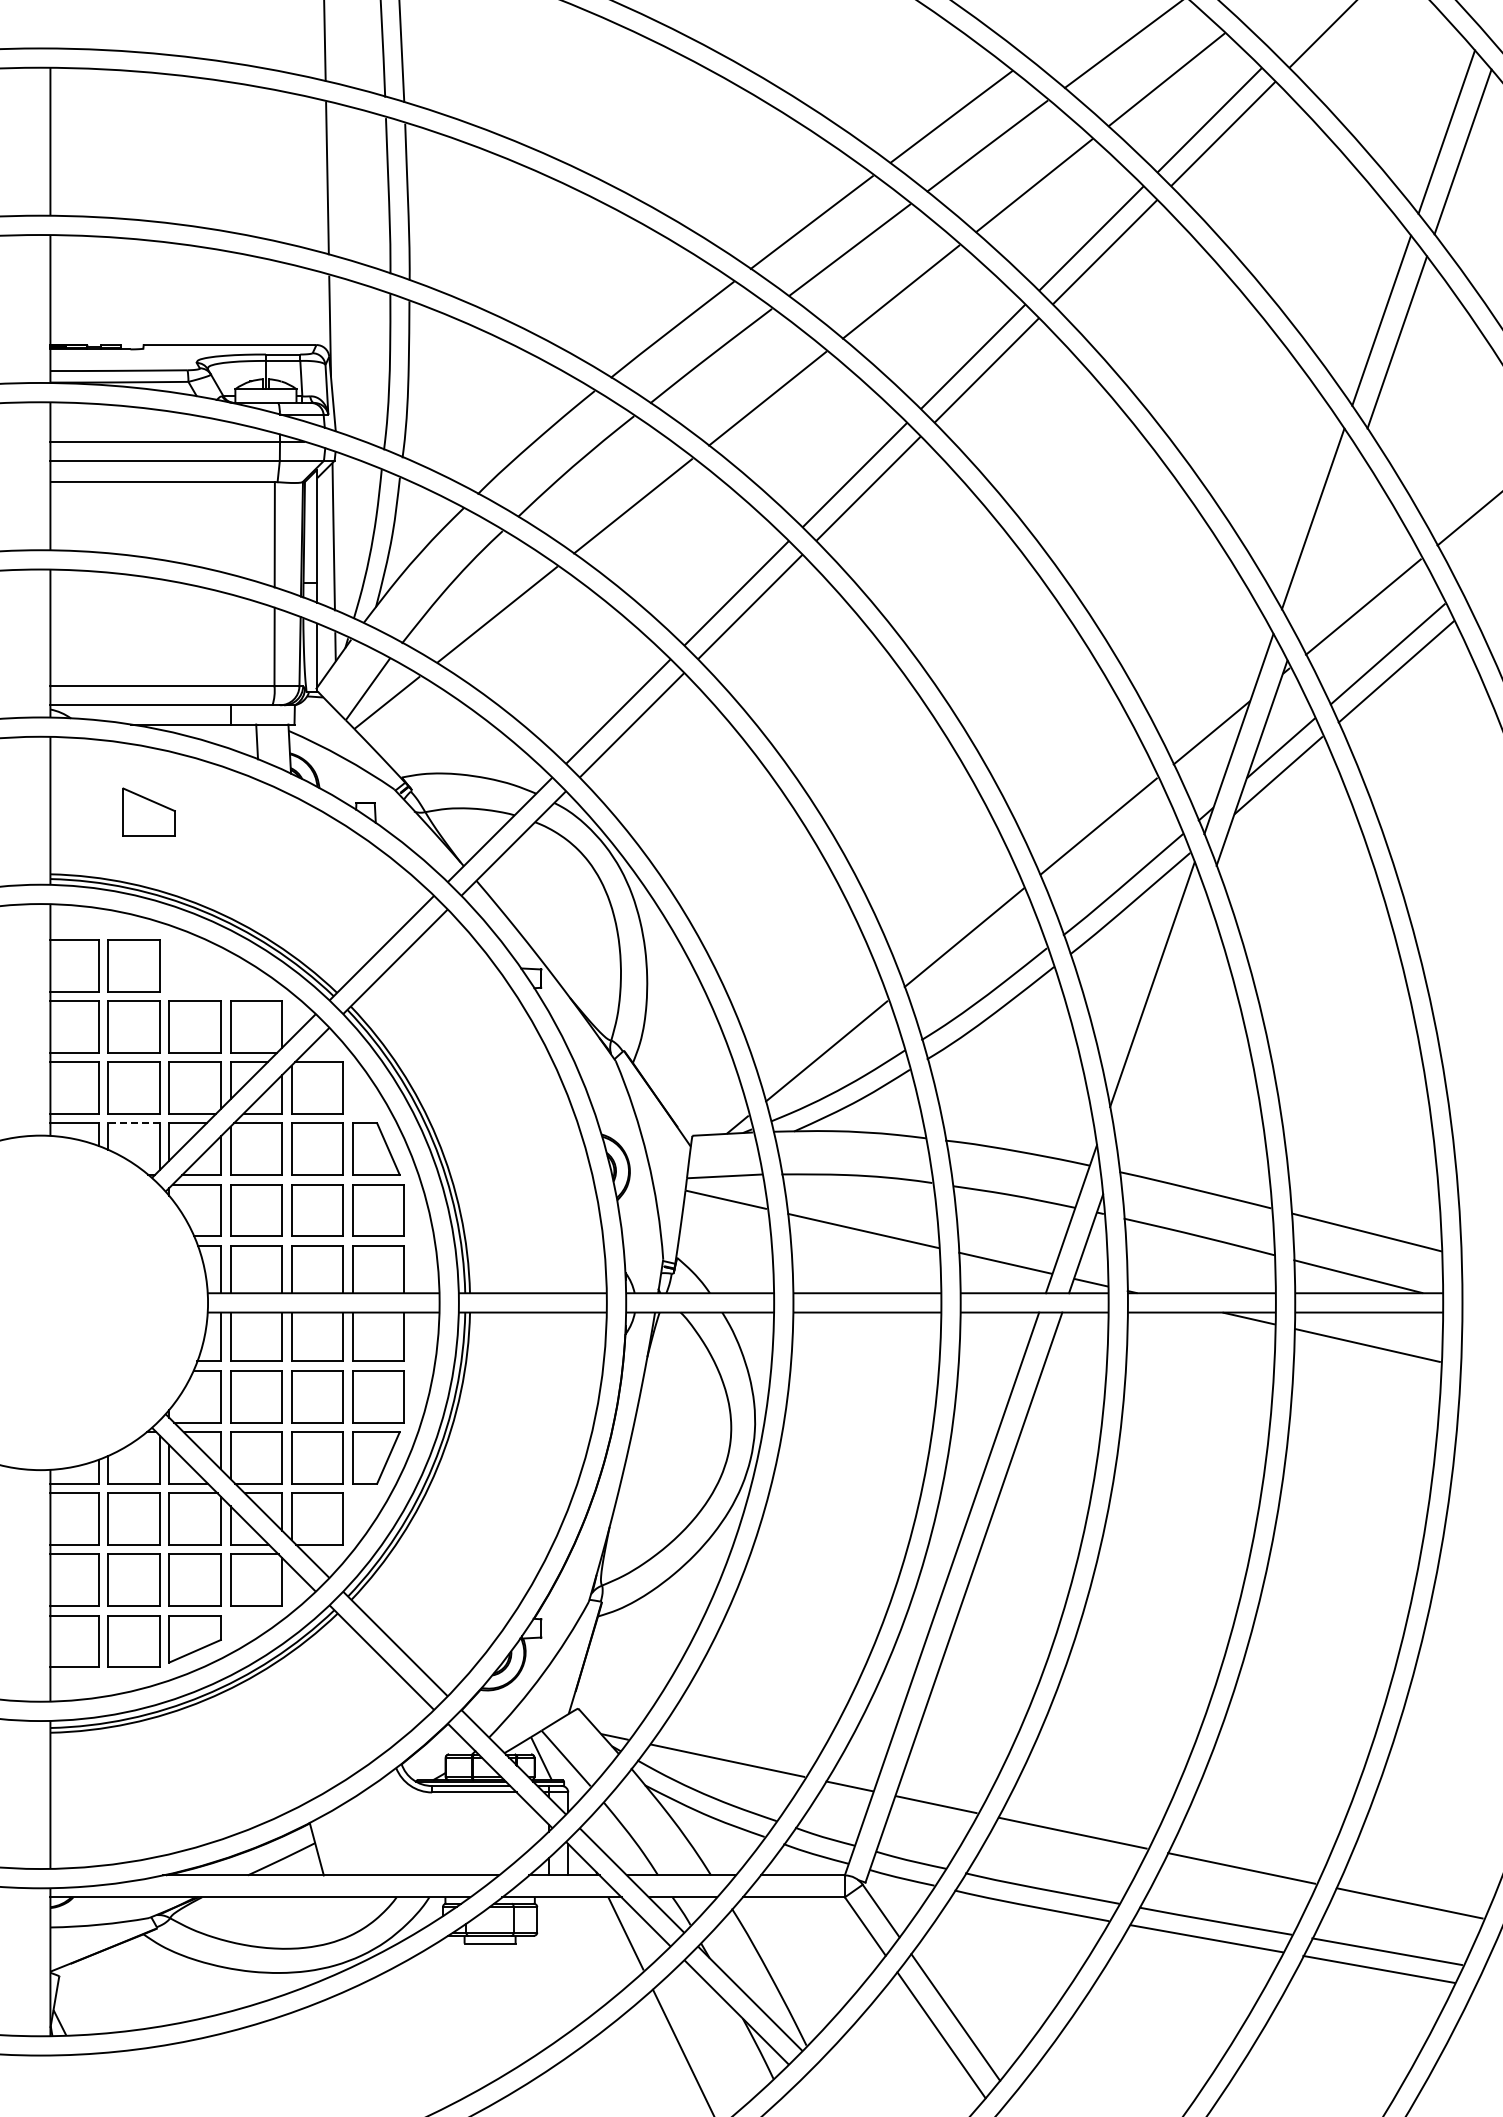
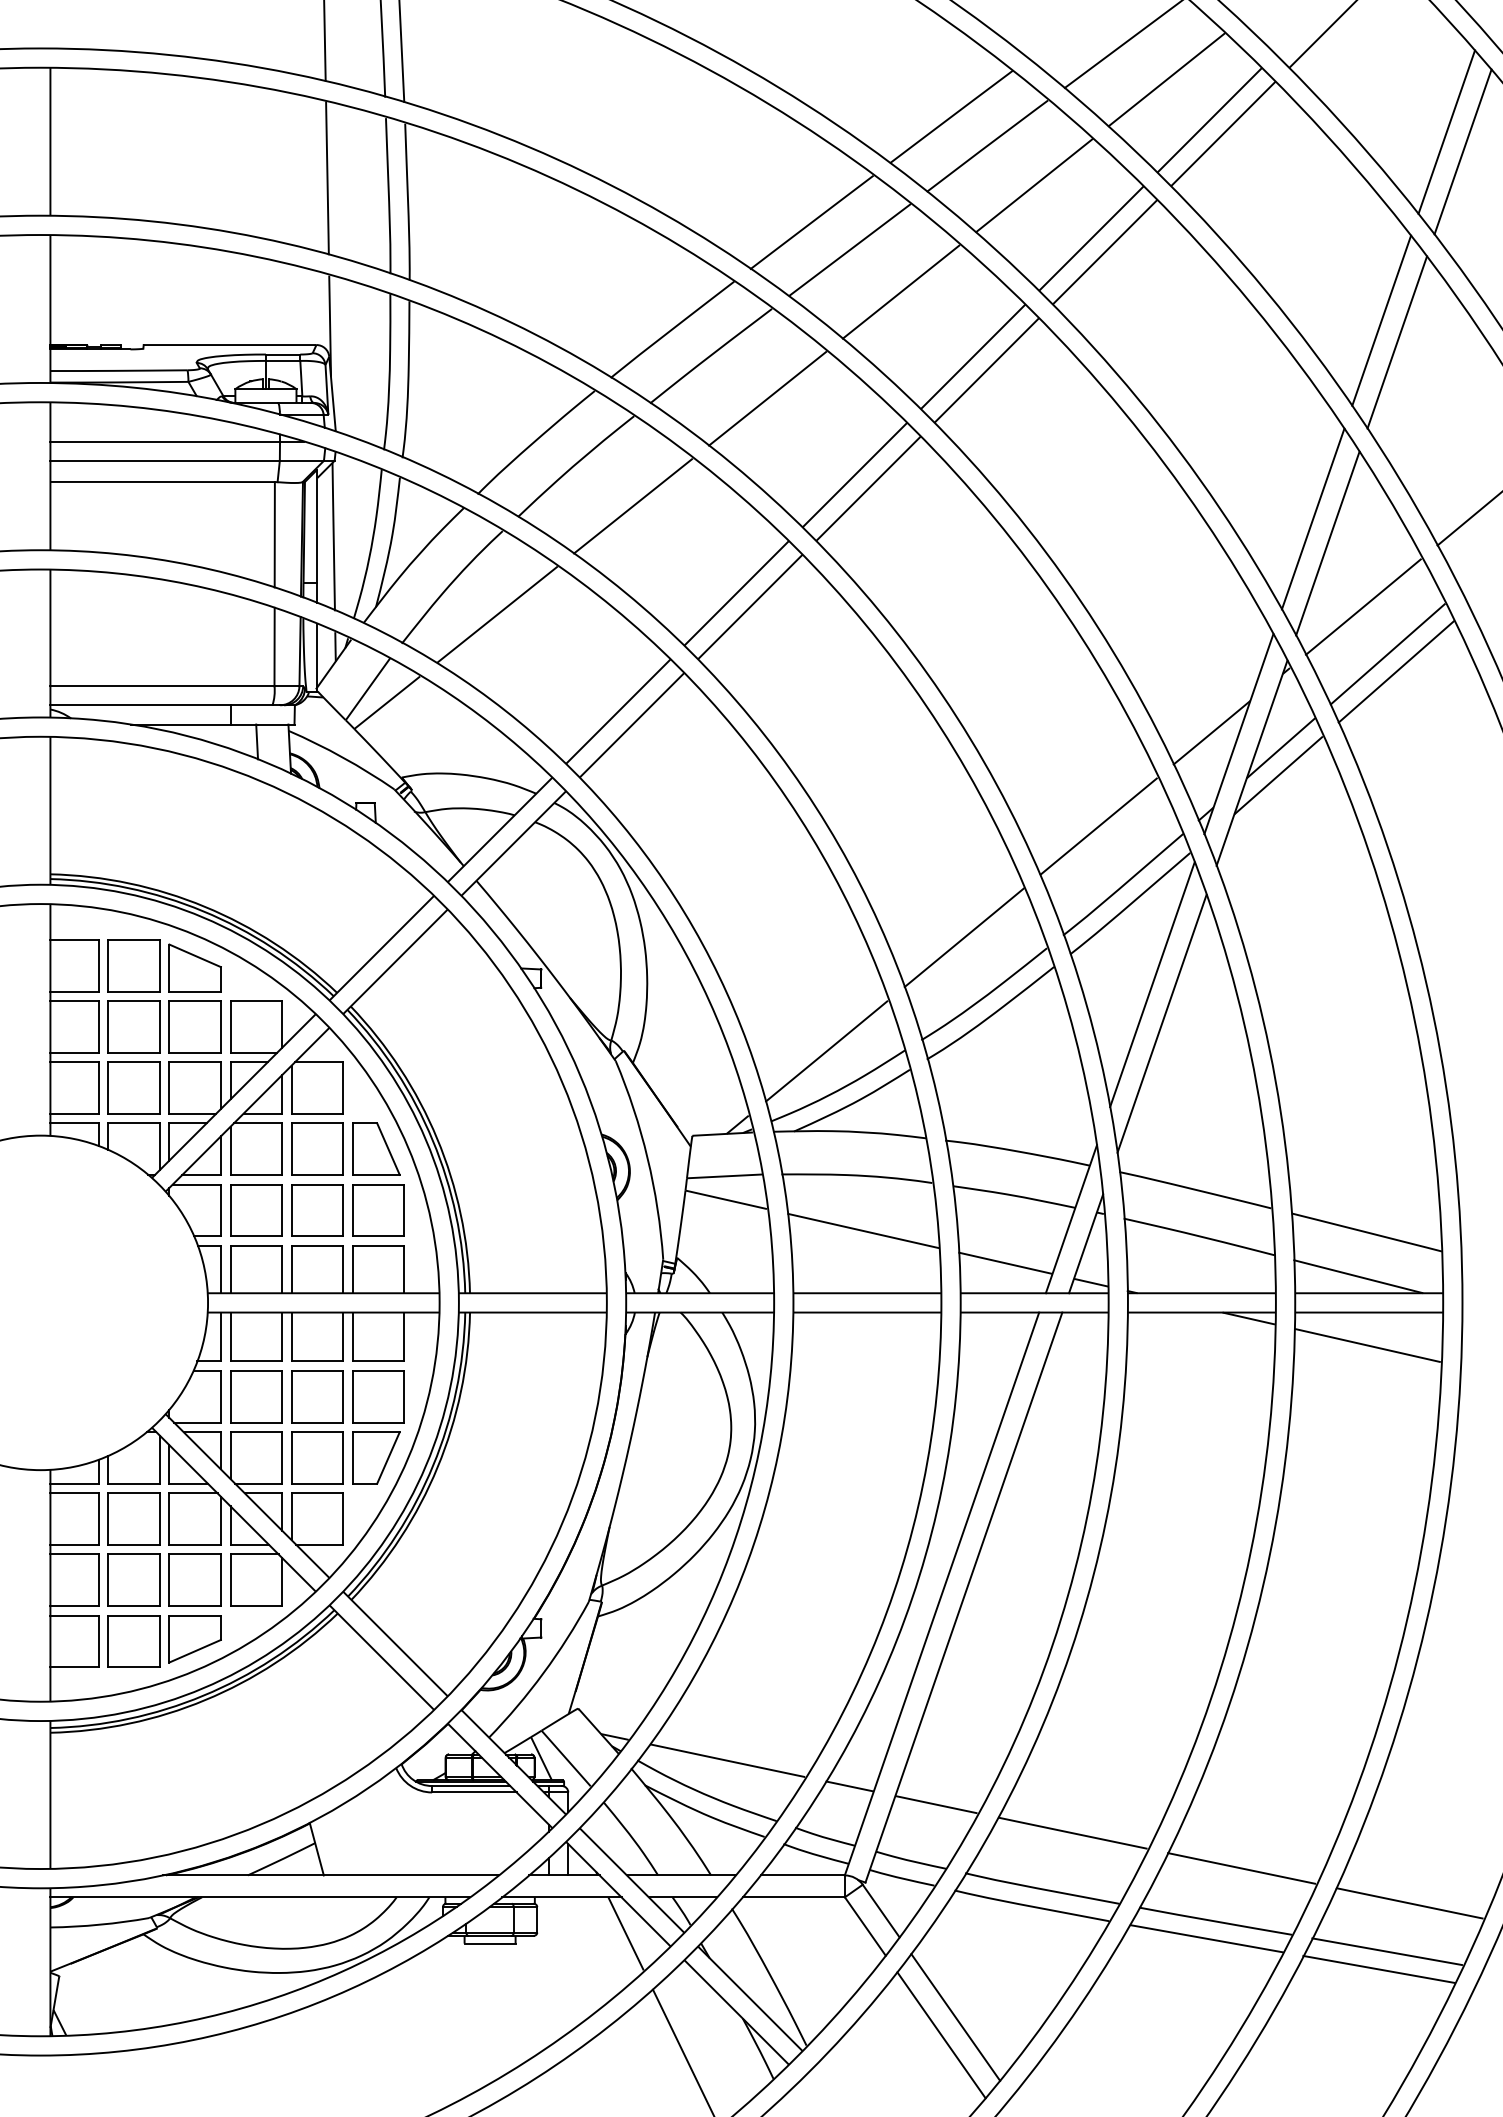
line at (1327, 543): none -> present
part at (148, 811) position: (148, 811) -> (194, 967)
line at (1161, 1023): none -> present
line at (134, 1123): dashed -> solid
